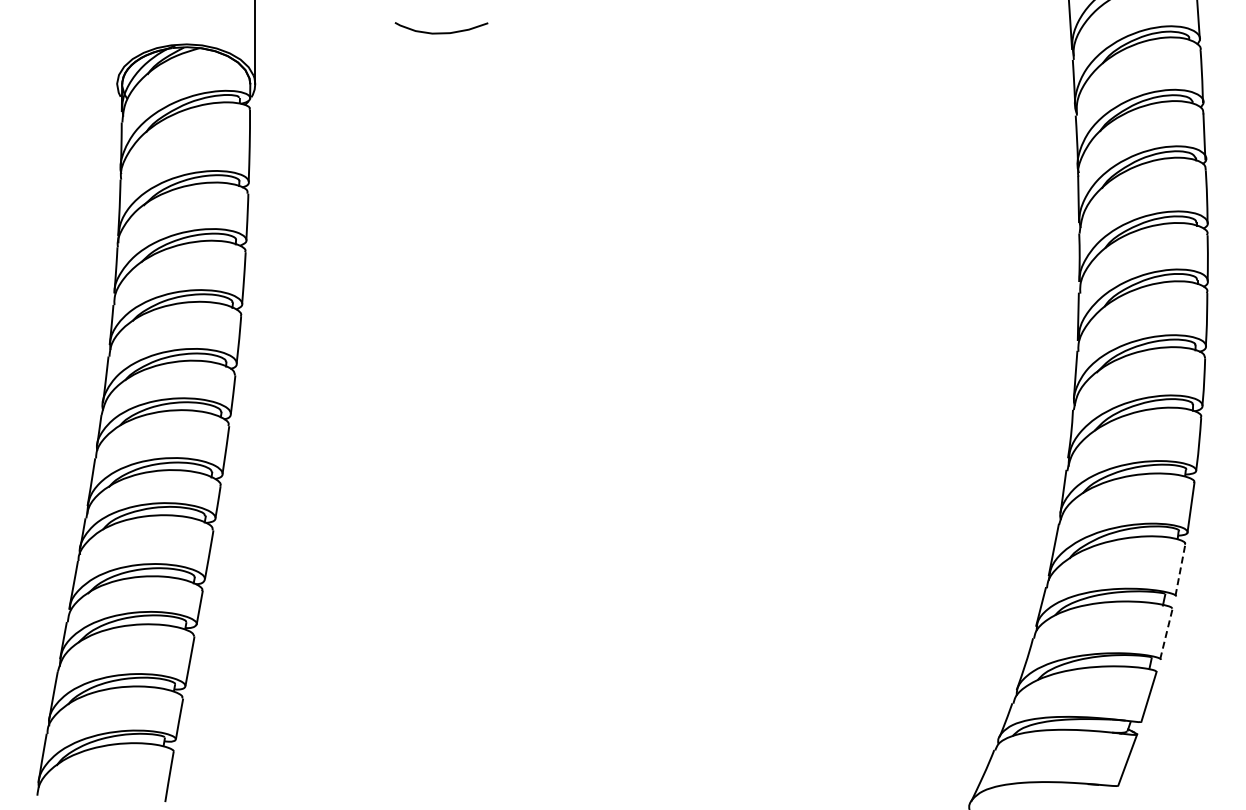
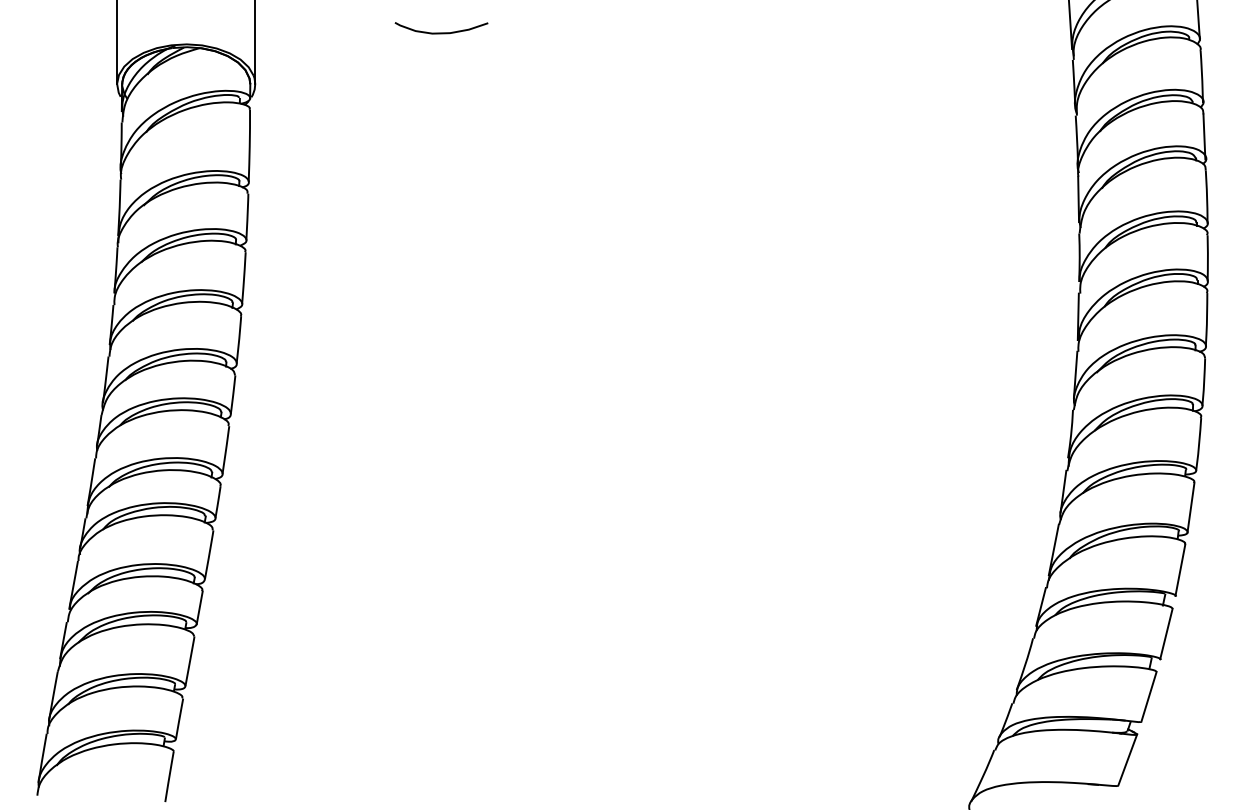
line at (117, 43): none -> present
line at (1180, 569): dashed -> solid
line at (1166, 633): dashed -> solid
